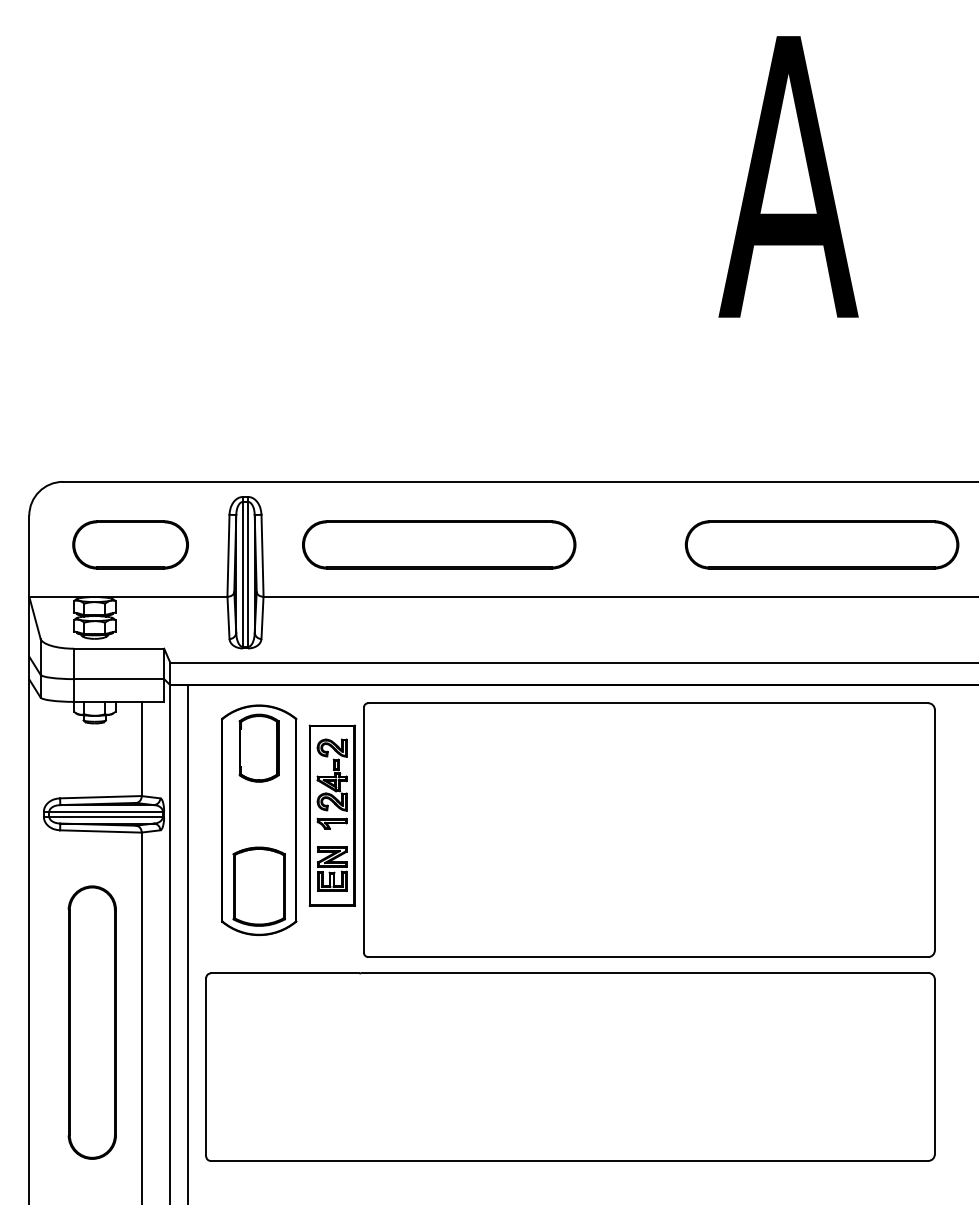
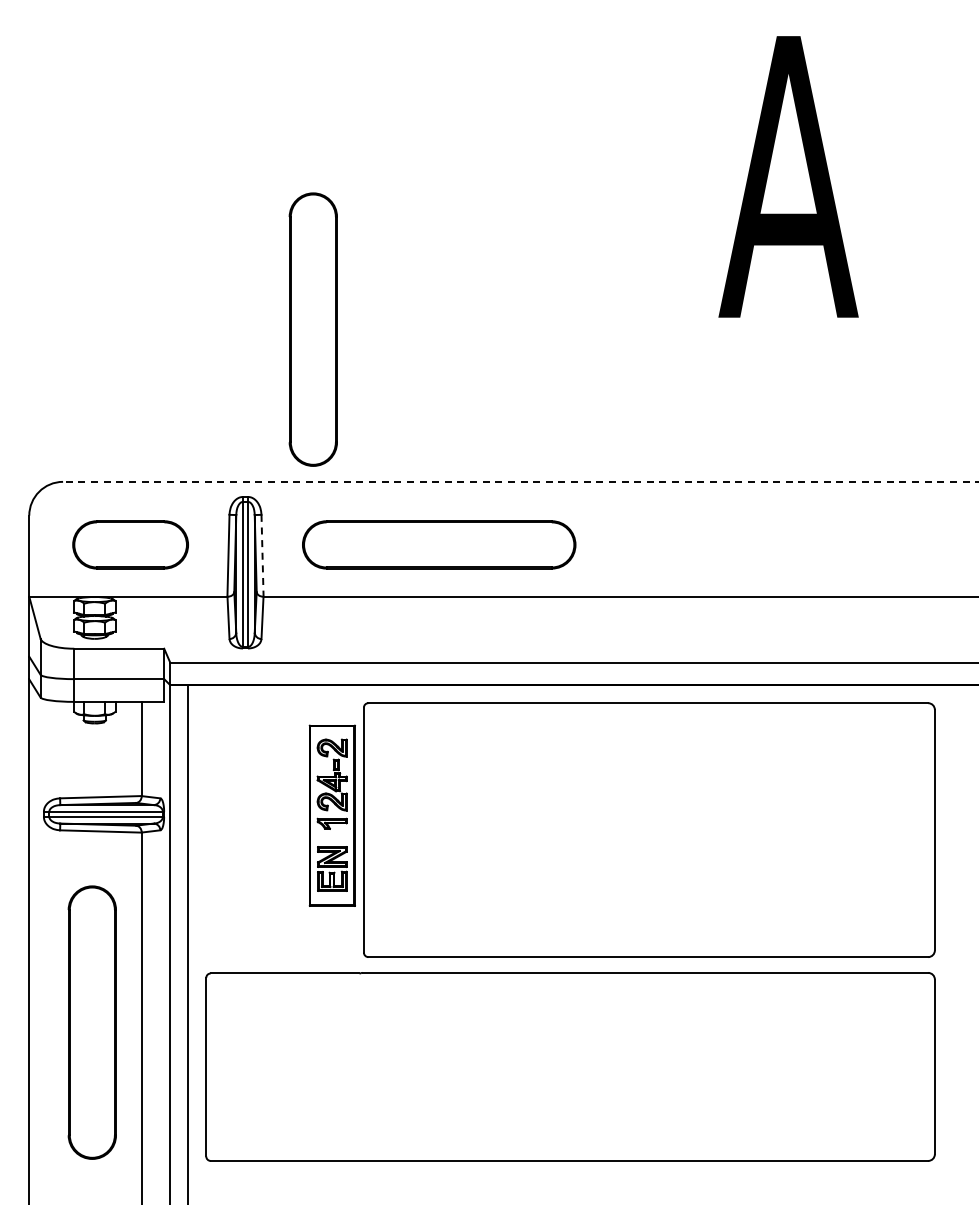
part at (312, 329): none -> present
line at (520, 481): solid -> dashed
part at (821, 544): present -> none
line at (262, 555): solid -> dashed
part at (259, 819): present -> none
